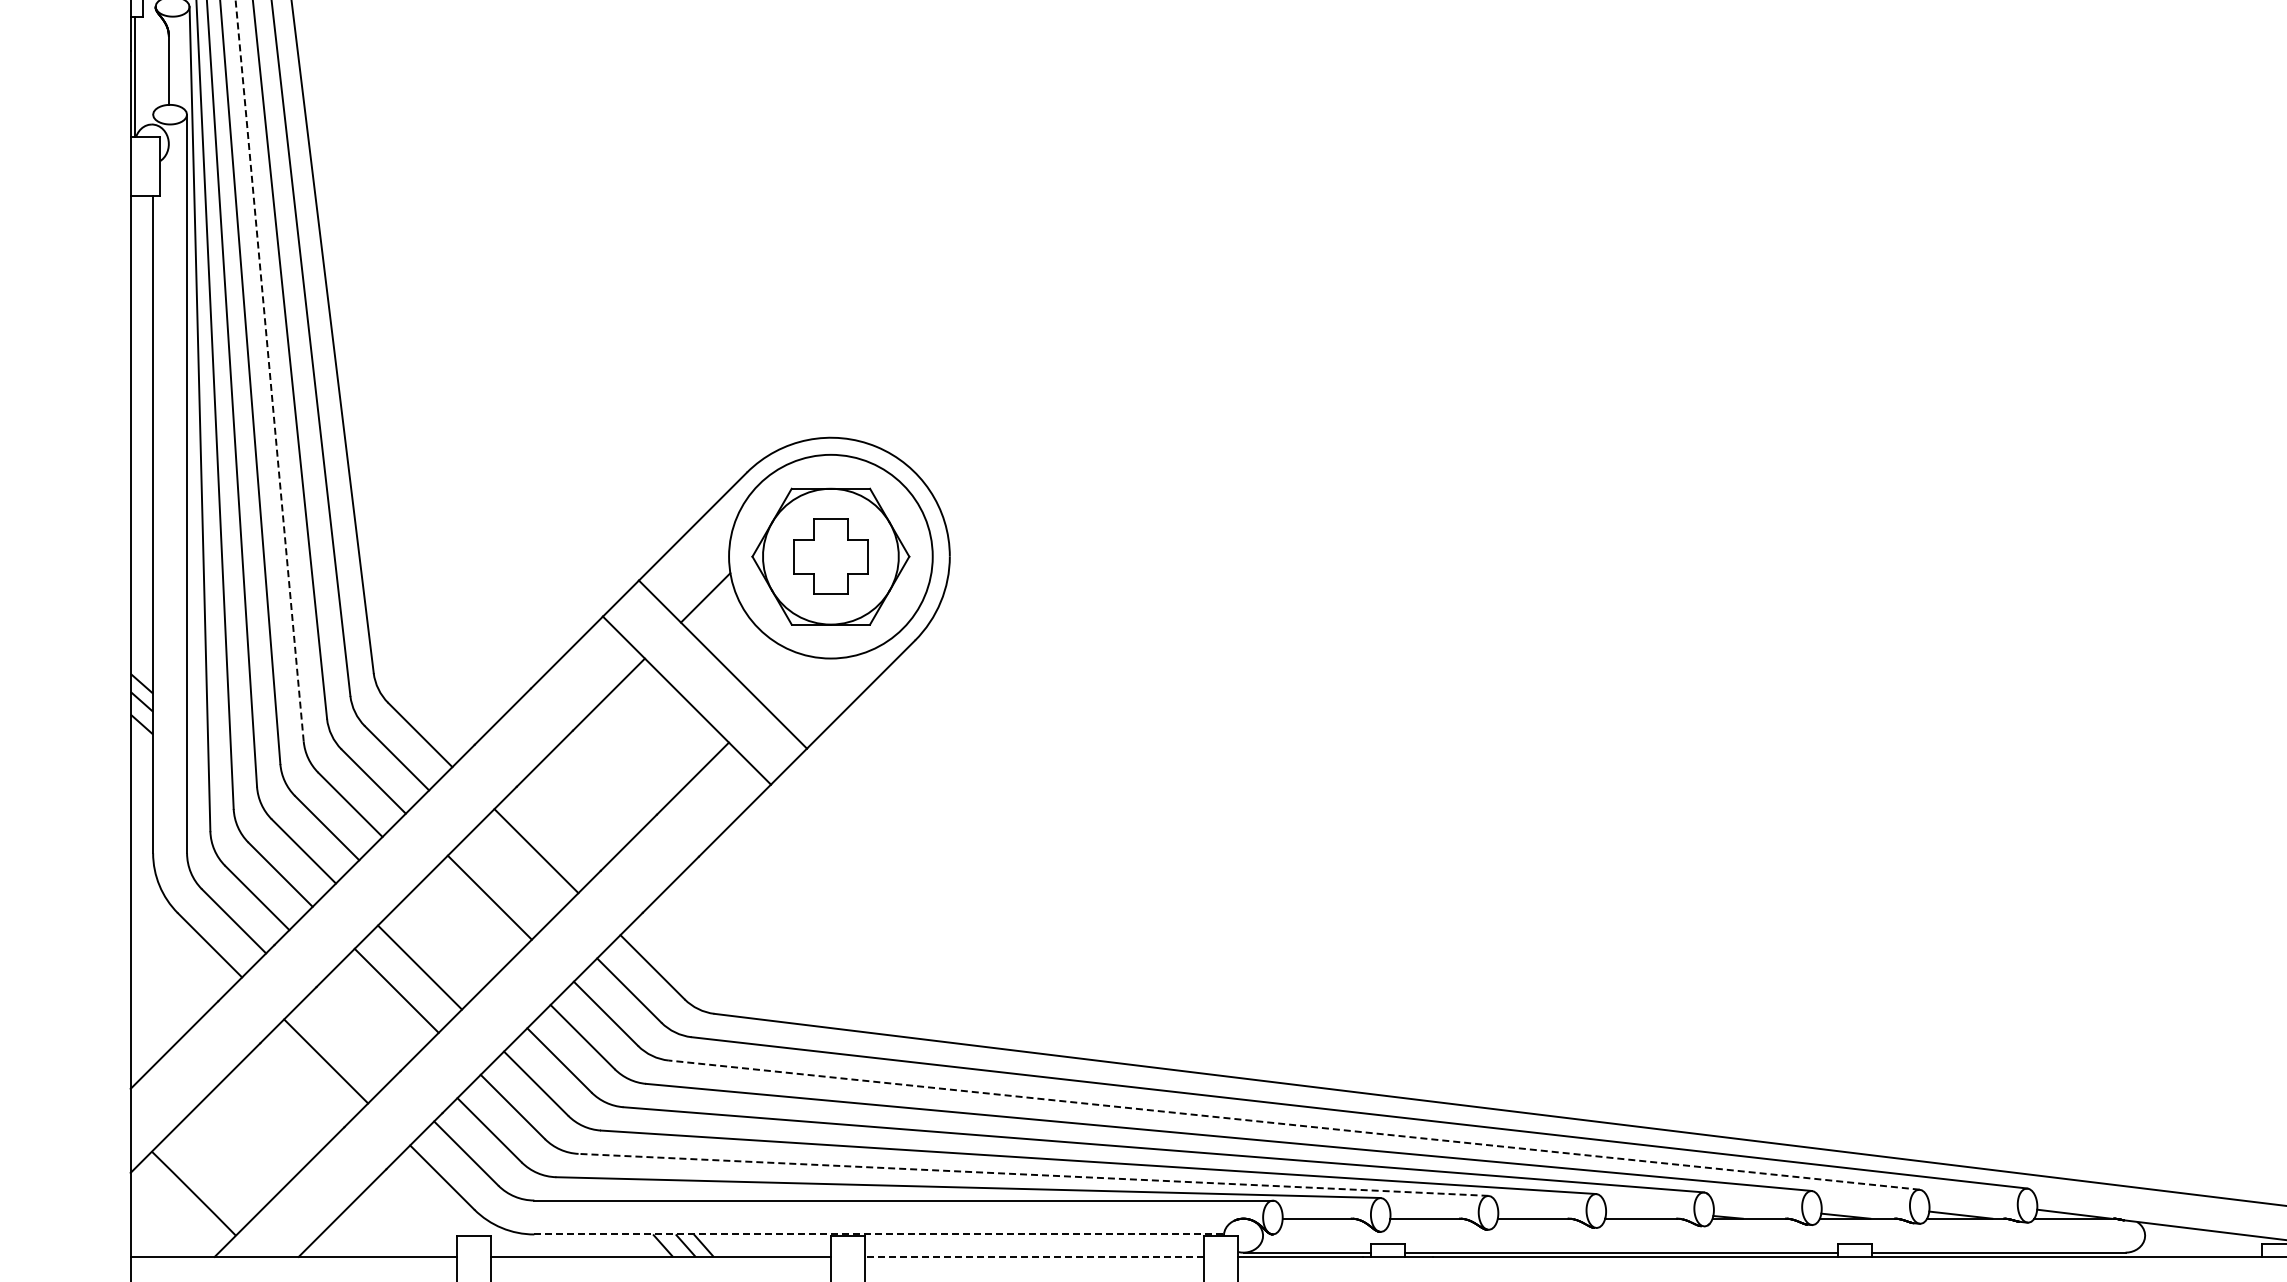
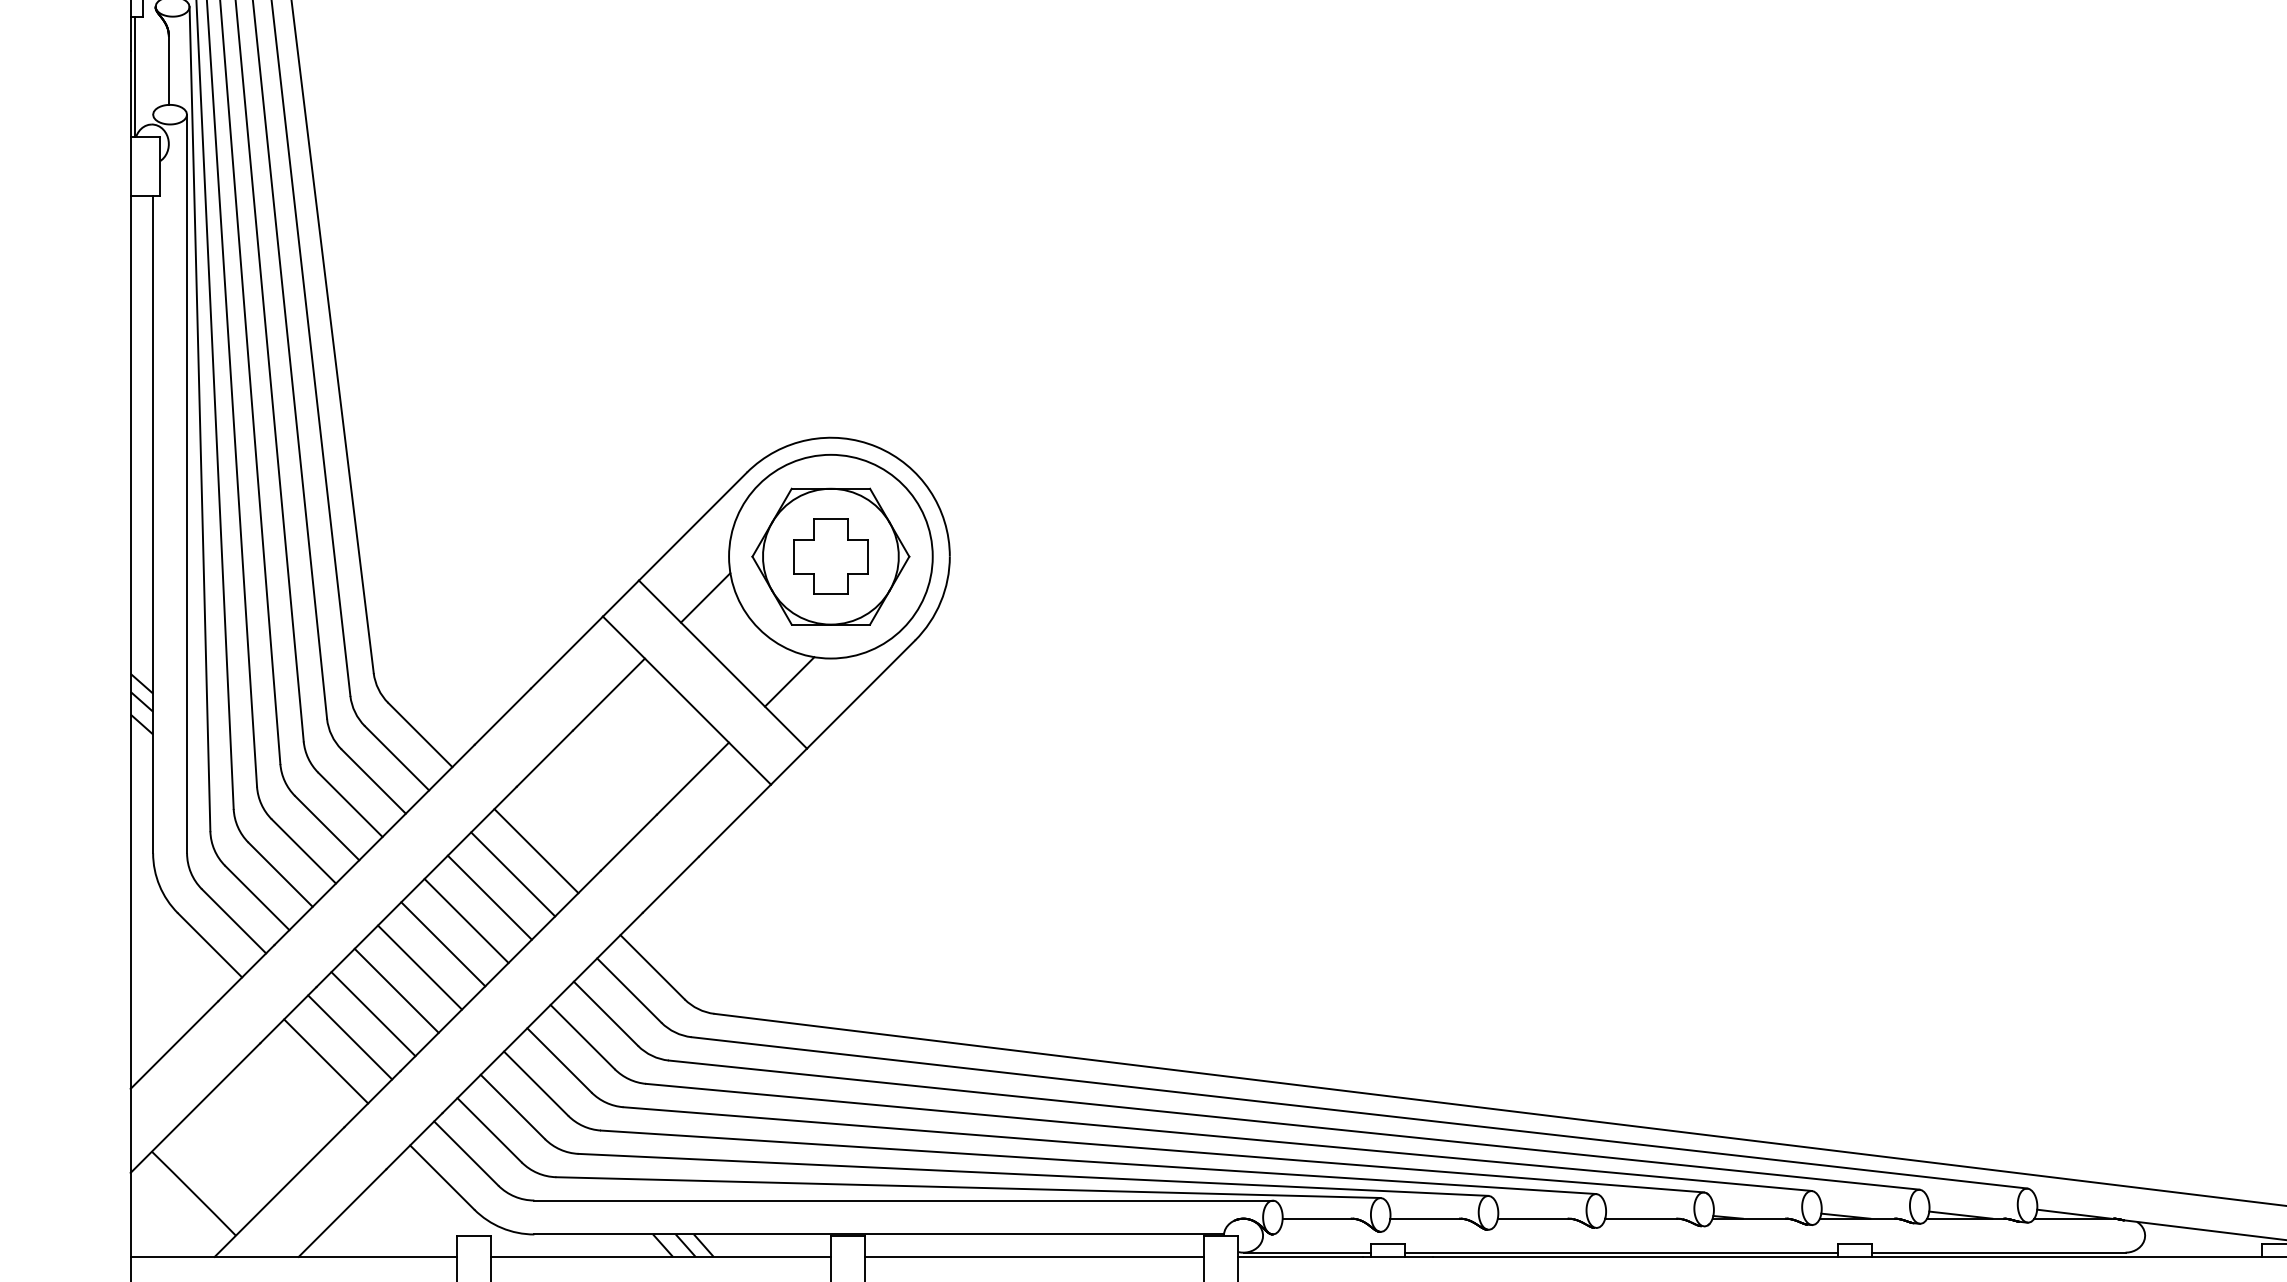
line at (269, 371): dashed -> solid
line at (789, 681): none -> present
line at (513, 874): none -> present
line at (466, 920): none -> present
line at (443, 944): none -> present
line at (373, 1014): none -> present
line at (350, 1037): none -> present
line at (1294, 1125): dashed -> solid
line at (1033, 1174): dashed -> solid
line at (879, 1234): dashed -> solid
line at (1034, 1256): dashed -> solid
